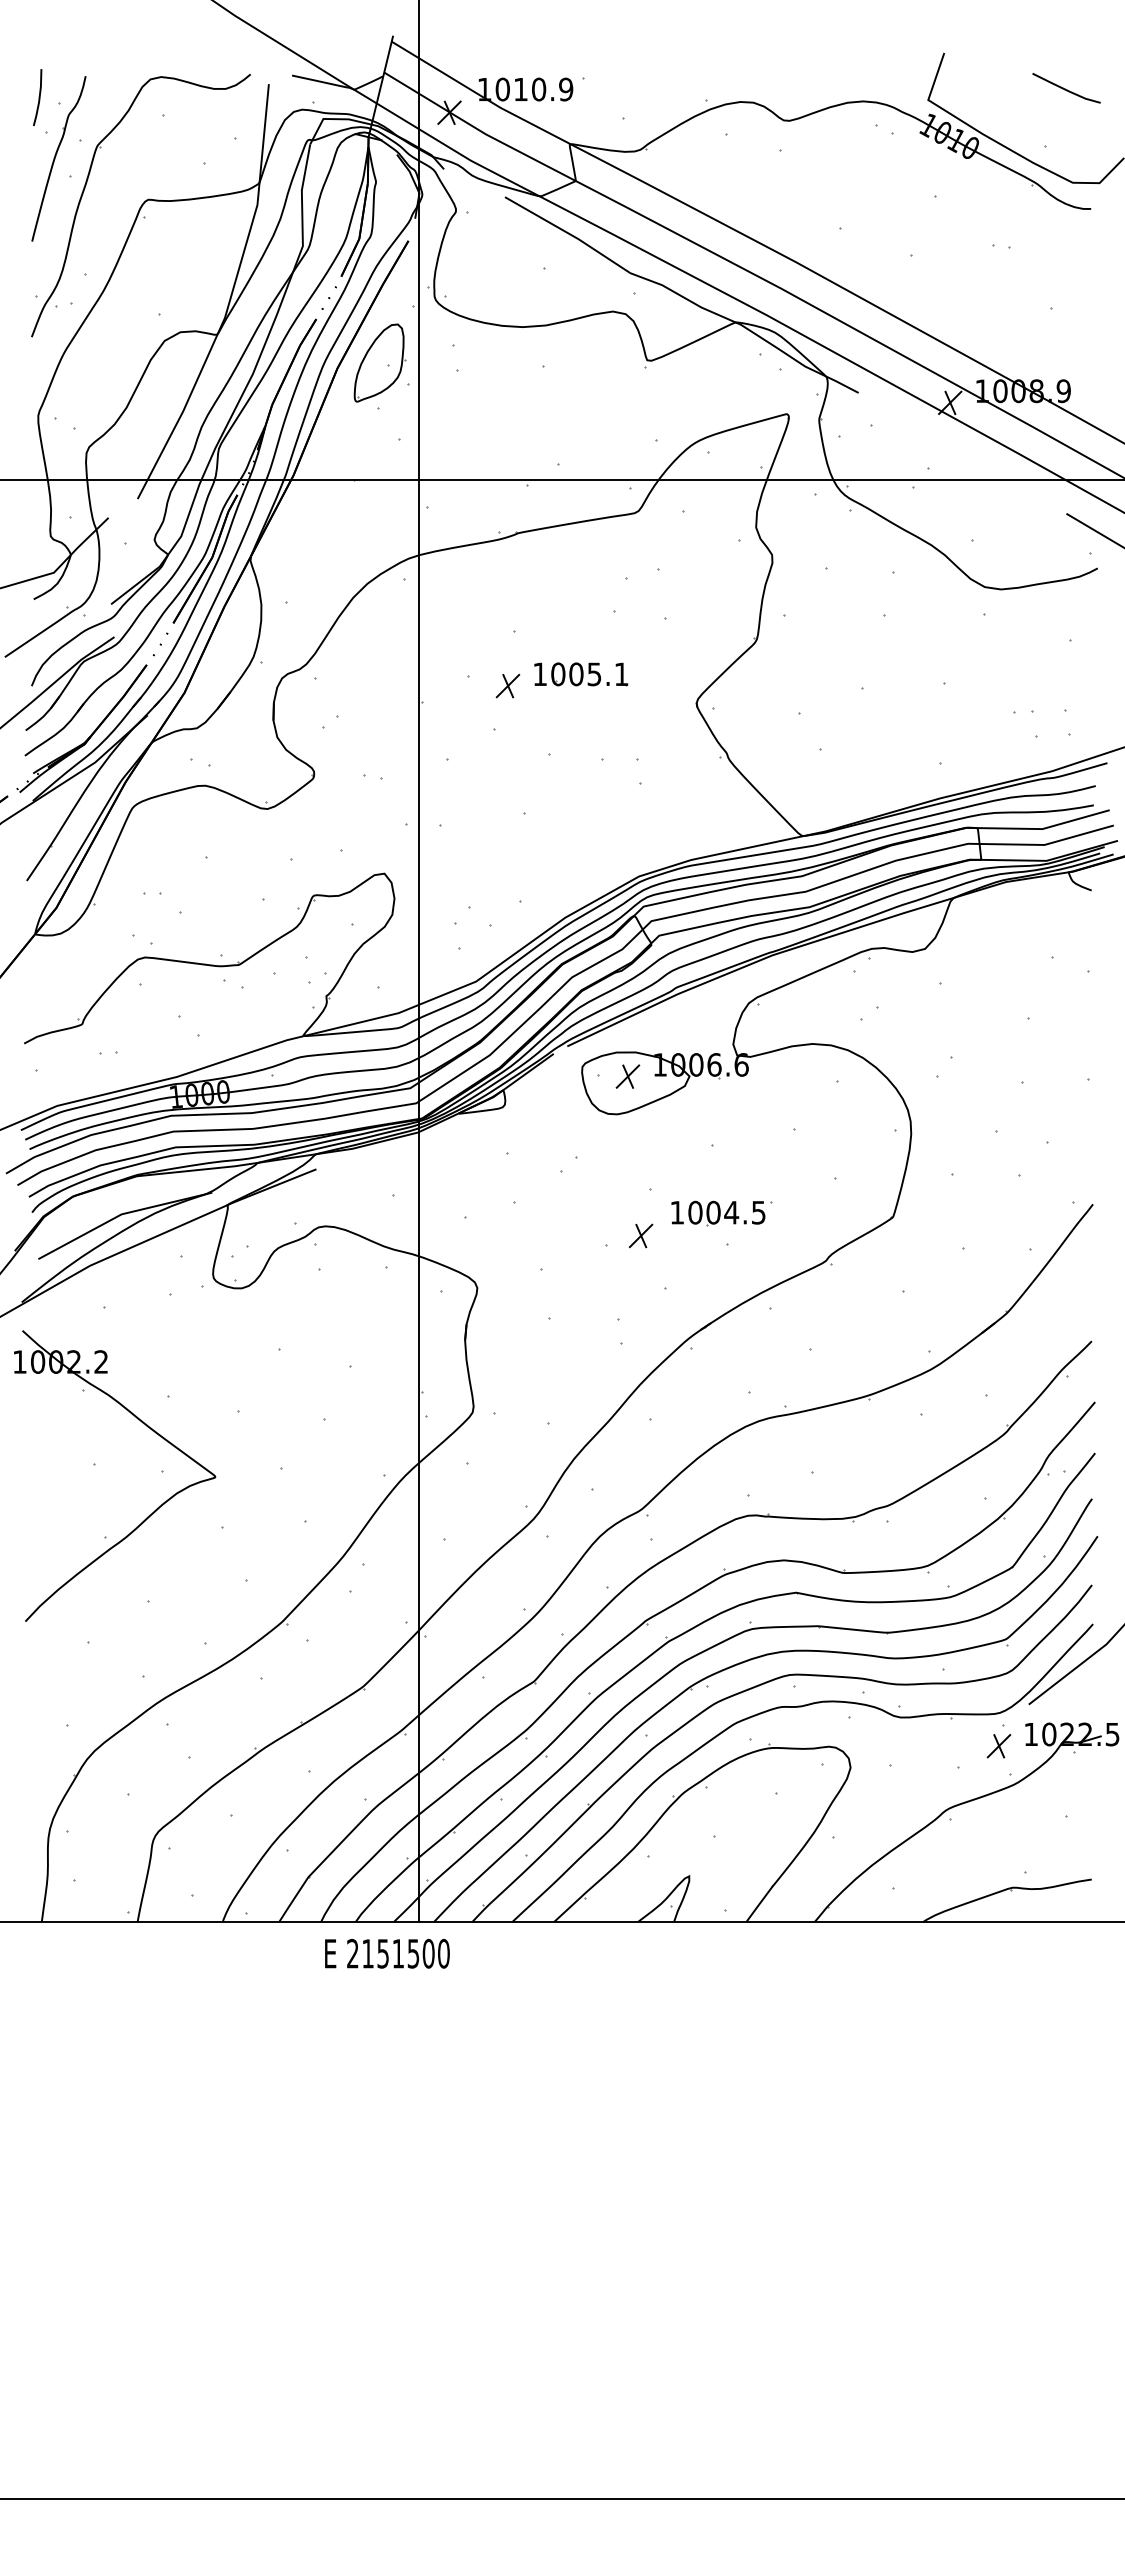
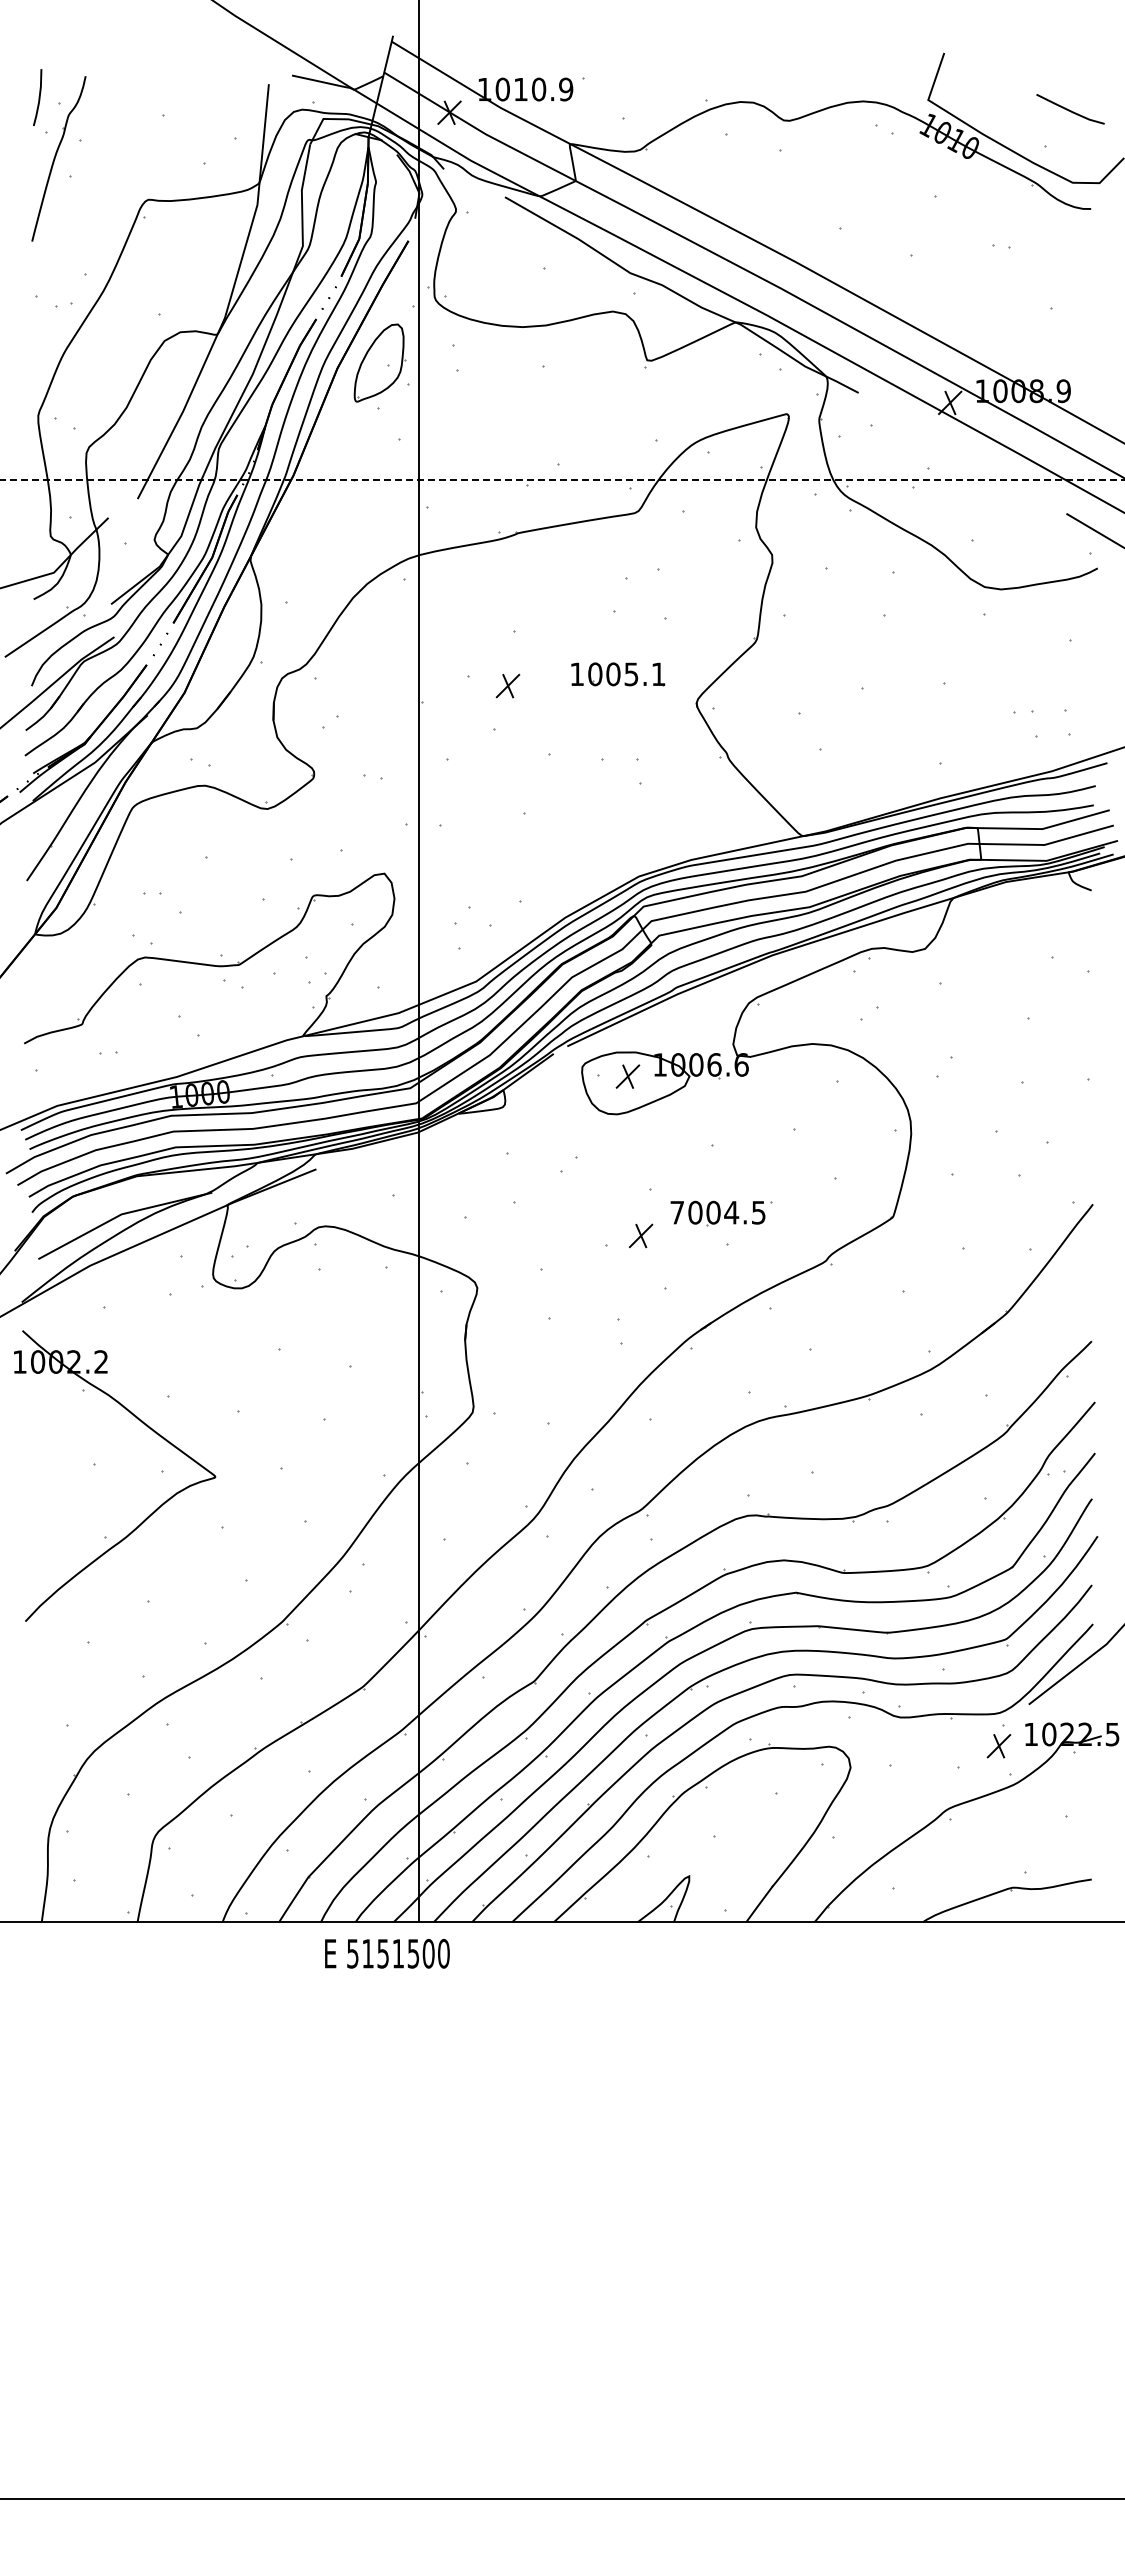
line at (1065, 88) position: (1065, 88) -> (1069, 109)
part at (85, 188): present -> none
line at (563, 480): solid -> dashed
part at (581, 674) position: (581, 674) -> (618, 674)
text at (676, 1212): 1004.5 -> 7004.5
text at (352, 1953): 2151500 -> 5151500
